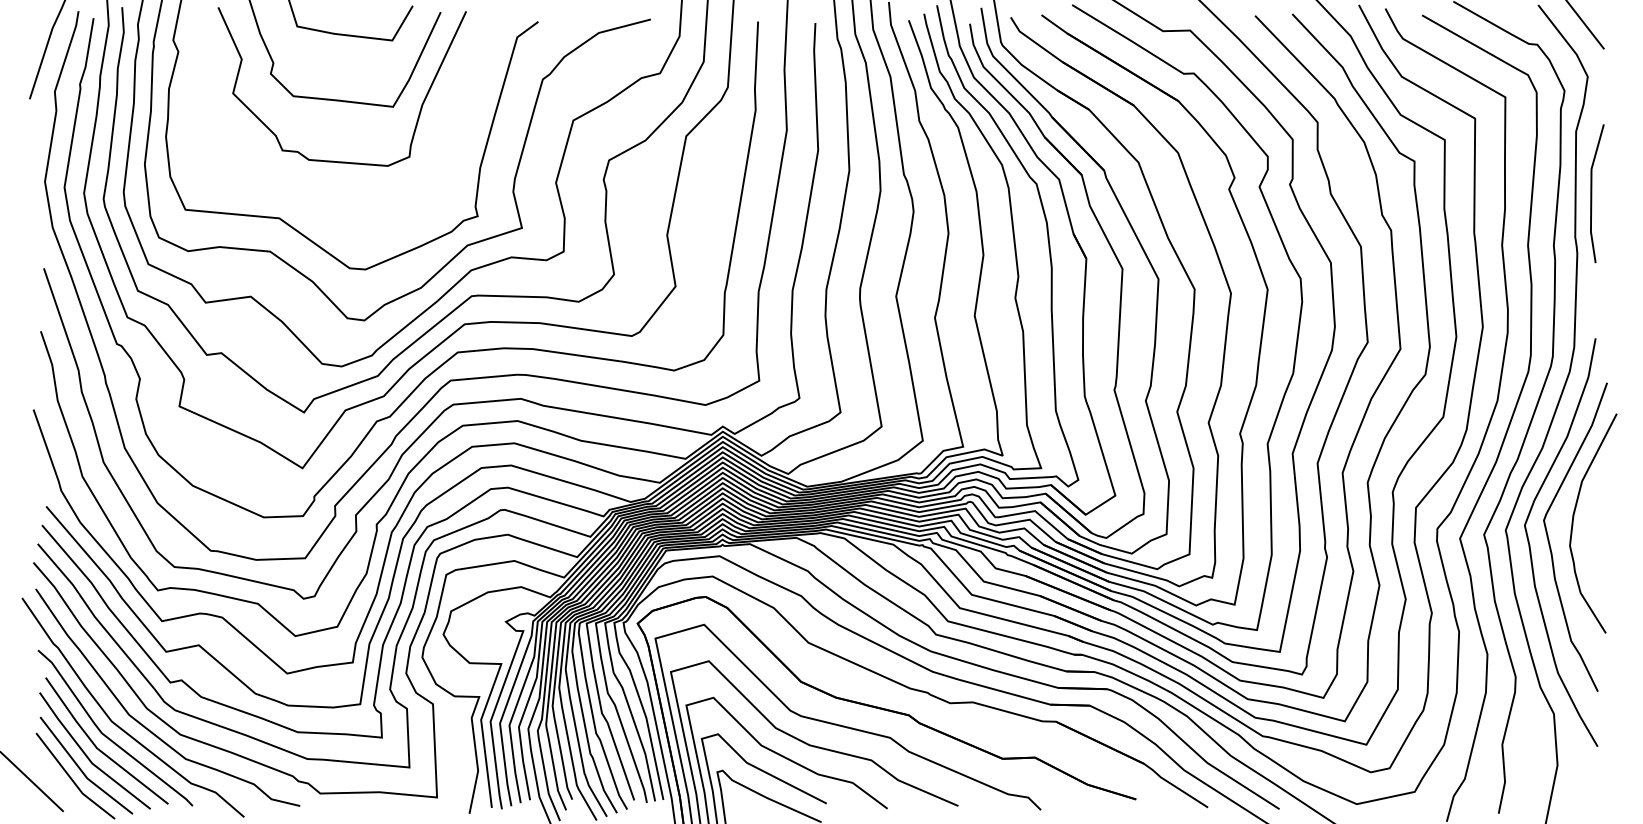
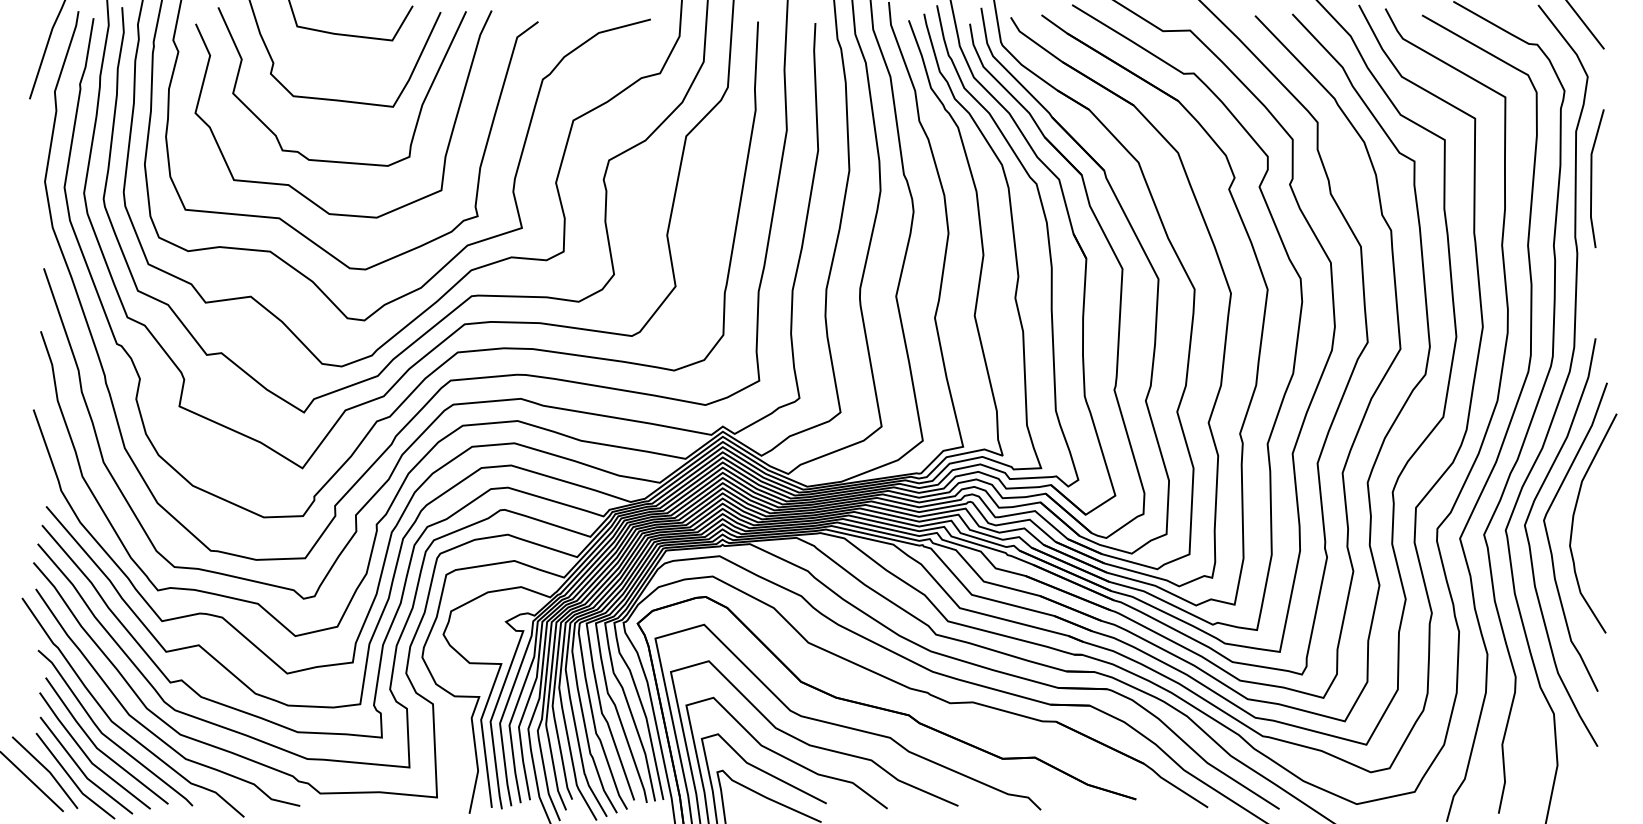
curve at (295, 188): none -> present
line at (1592, 193) position: (1592, 193) -> (1592, 178)
line at (46, 770): none -> present
